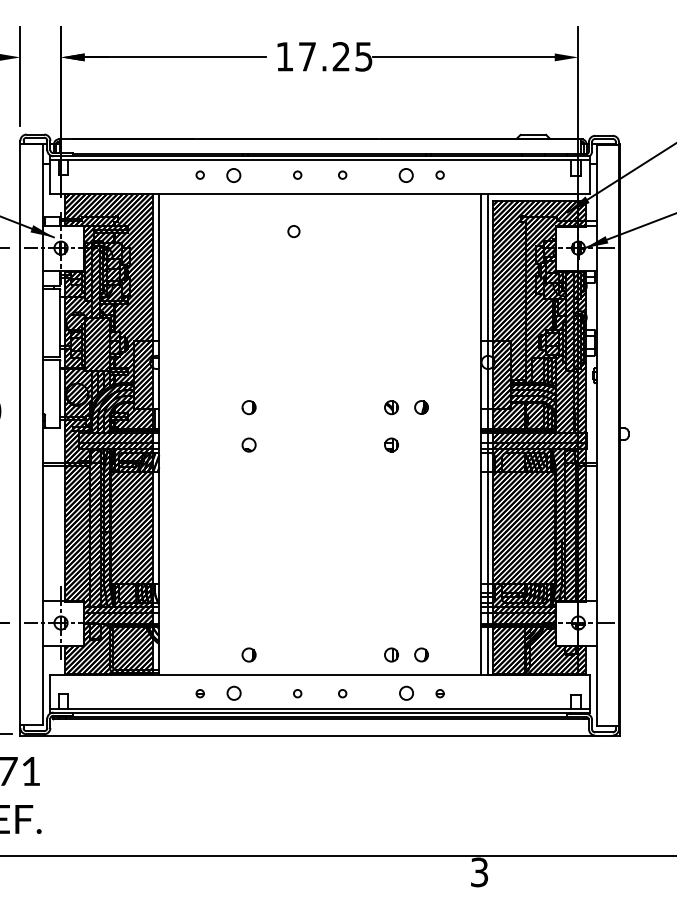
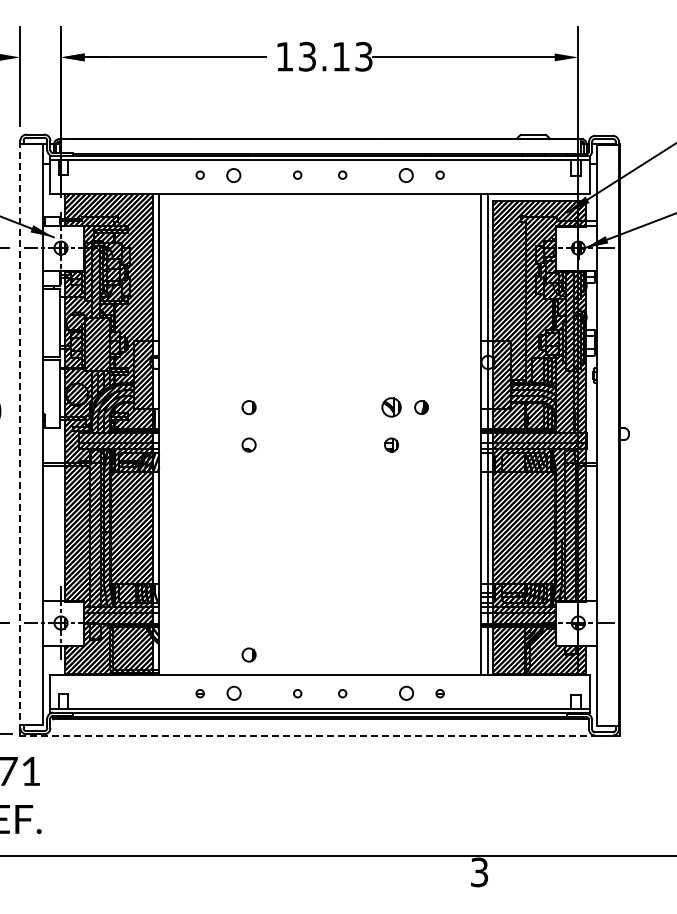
text at (335, 56): 17.25 -> 13.13
circle at (293, 231): present -> none
part at (391, 407) size: 15x16 px -> 21x21 px
line at (20, 434): solid -> dashed
part at (391, 654): present -> none
circle at (421, 654): present -> none
line at (320, 735): solid -> dashed
